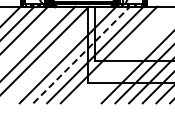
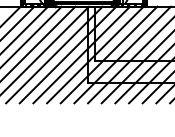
line at (31, 36): none -> present
line at (54, 54): none -> present
line at (82, 54): dashed -> solid
line at (122, 54): none -> present
line at (129, 61): none -> present
